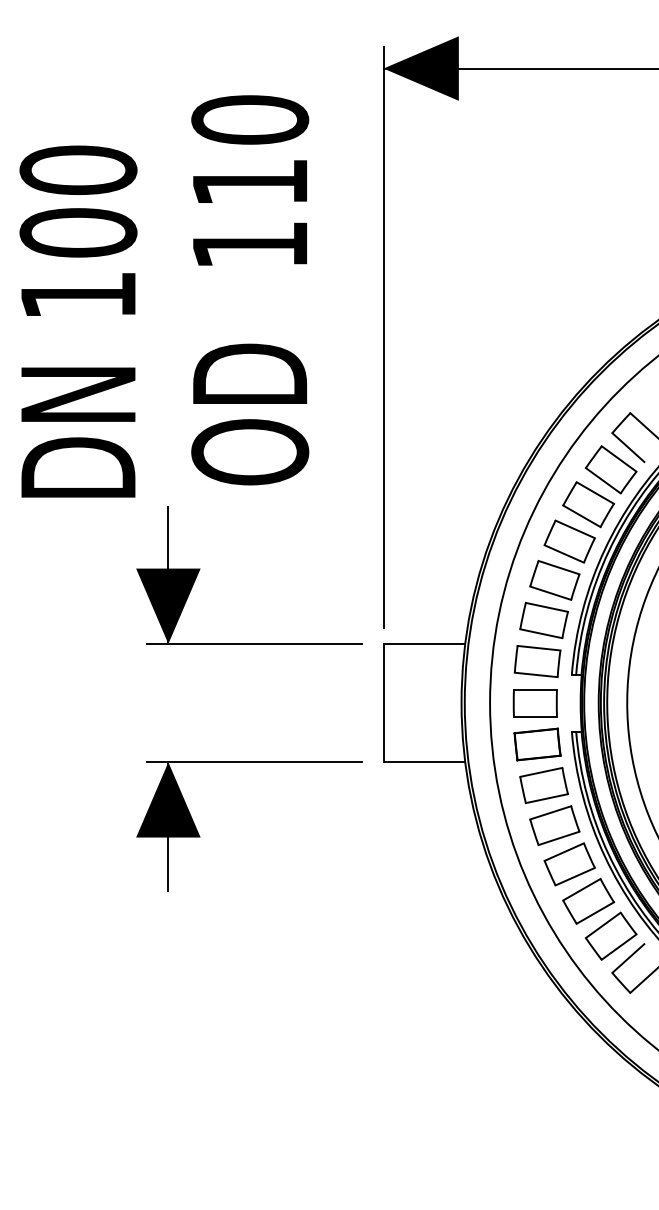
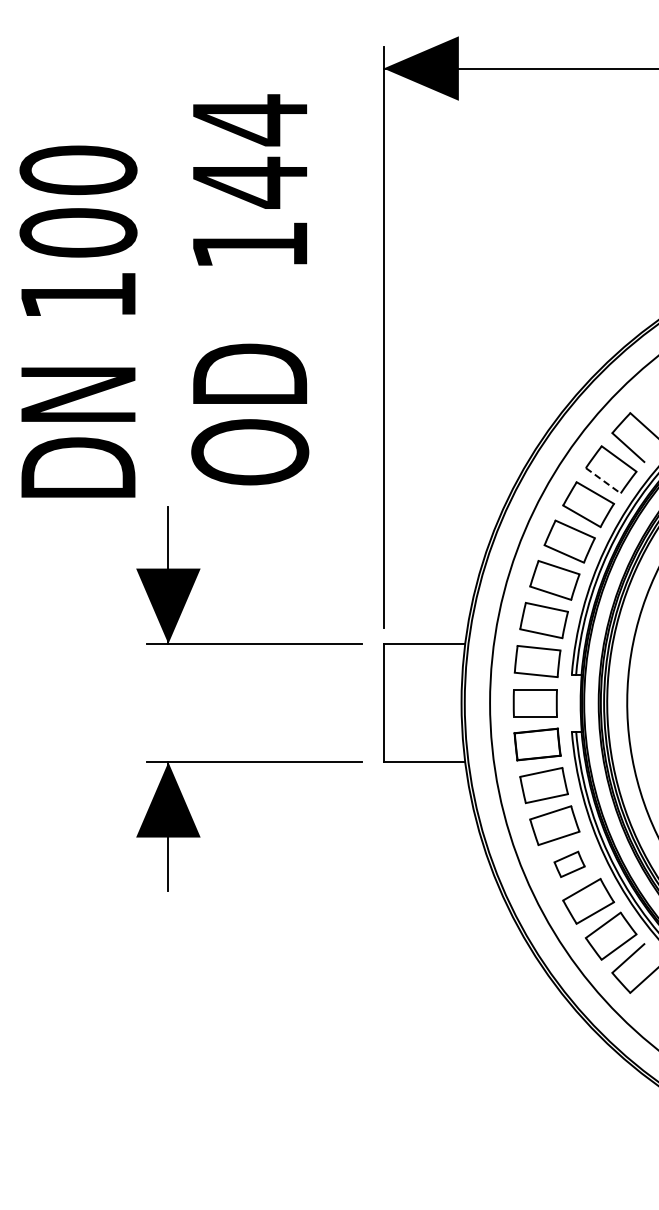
text at (250, 151): 110 -> 144
line at (603, 481): solid -> dashed
part at (569, 864) size: 53x45 px -> 33x28 px
